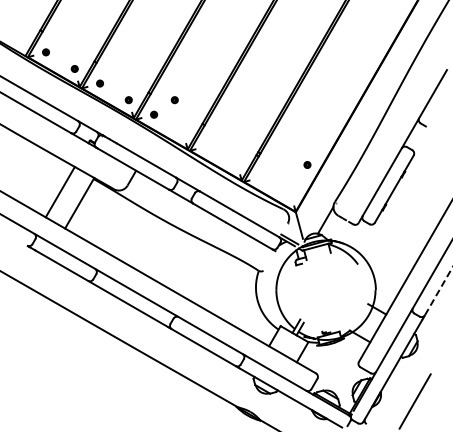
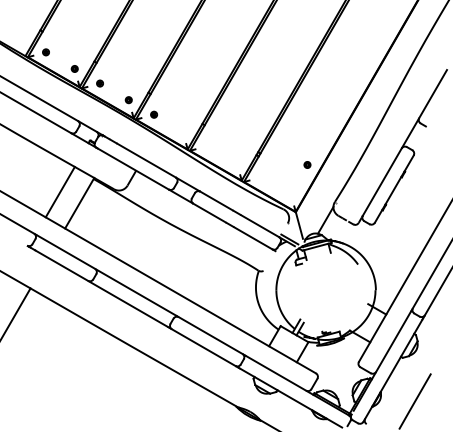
part at (174, 100): present -> none
line at (438, 291): dashed -> solid
line at (16, 312): none -> present
